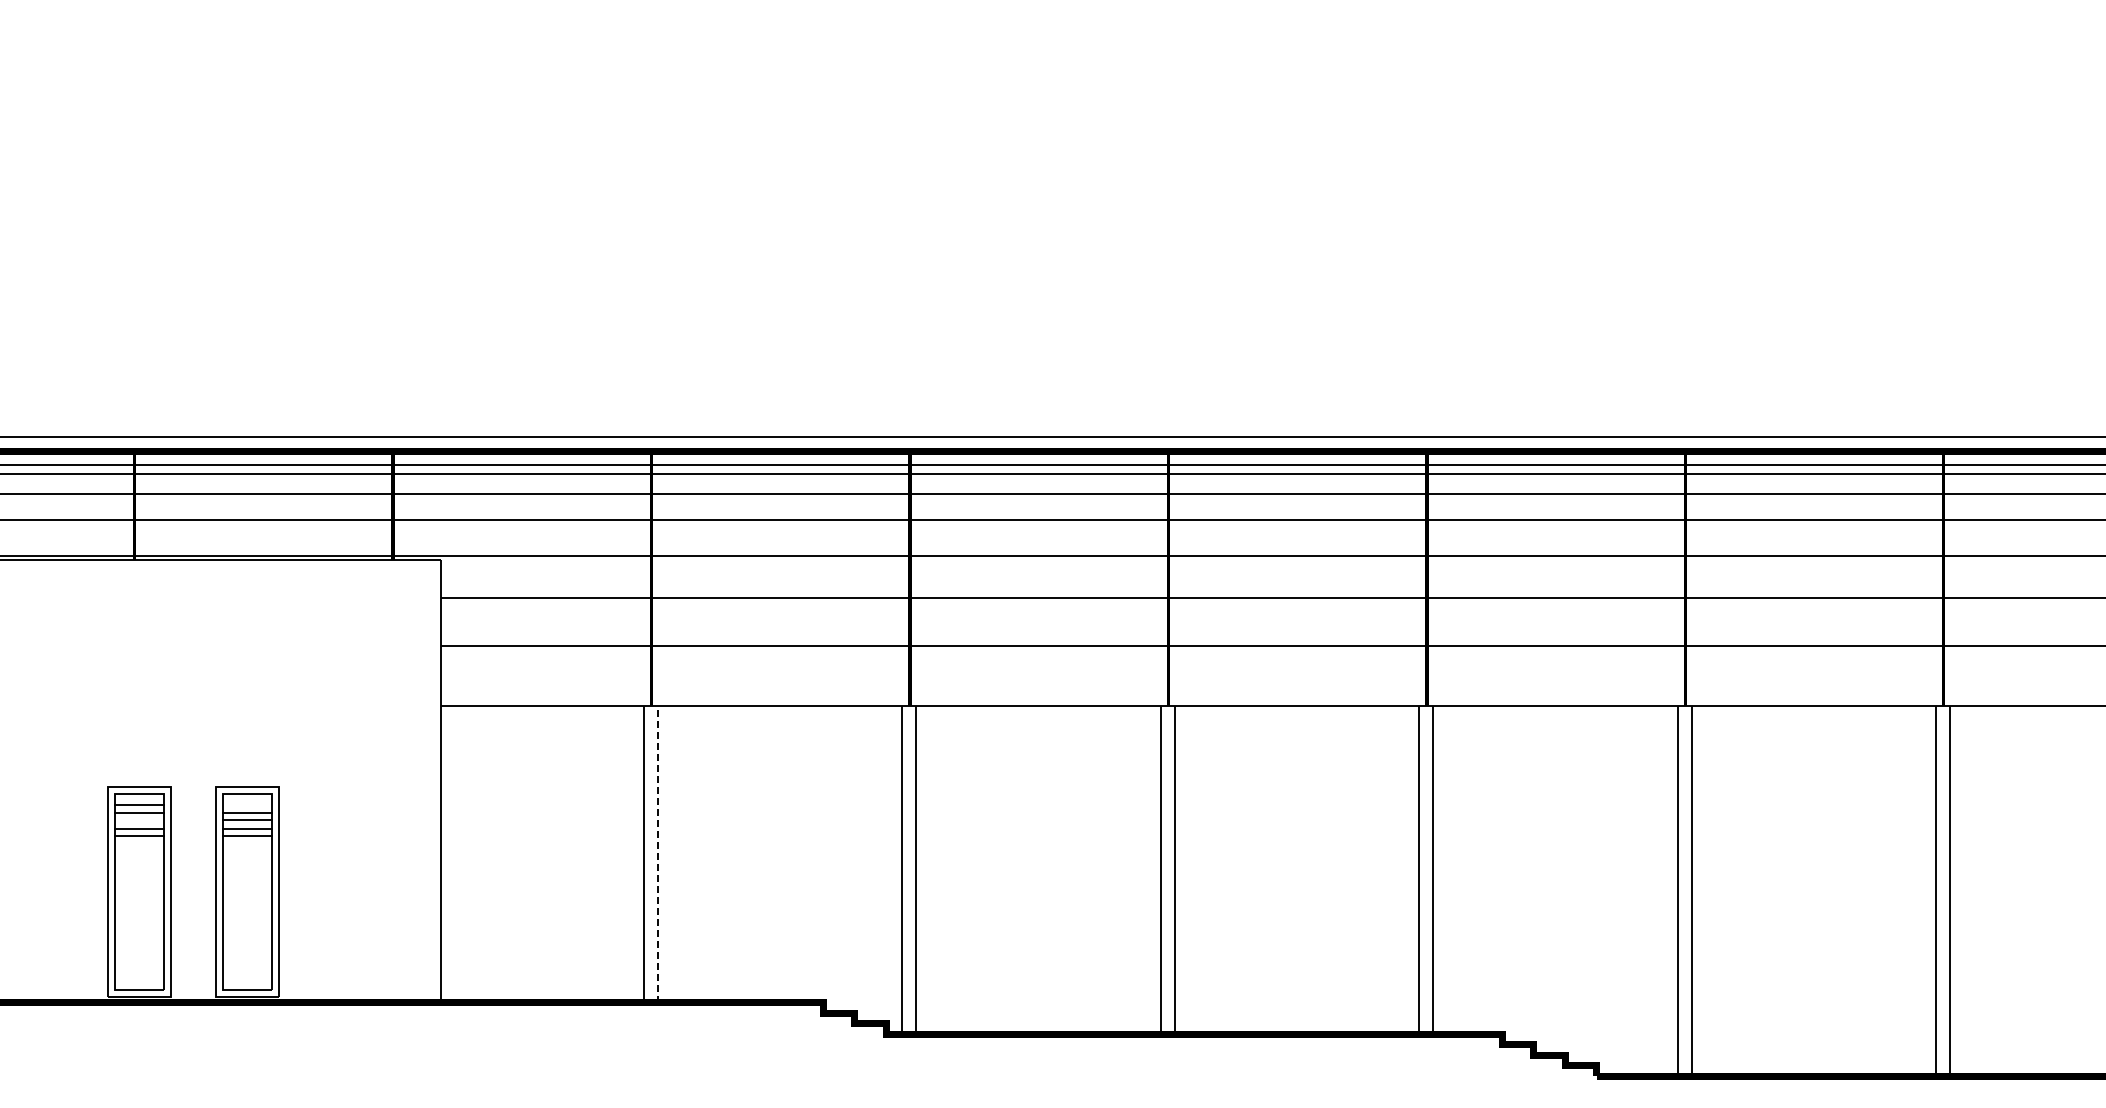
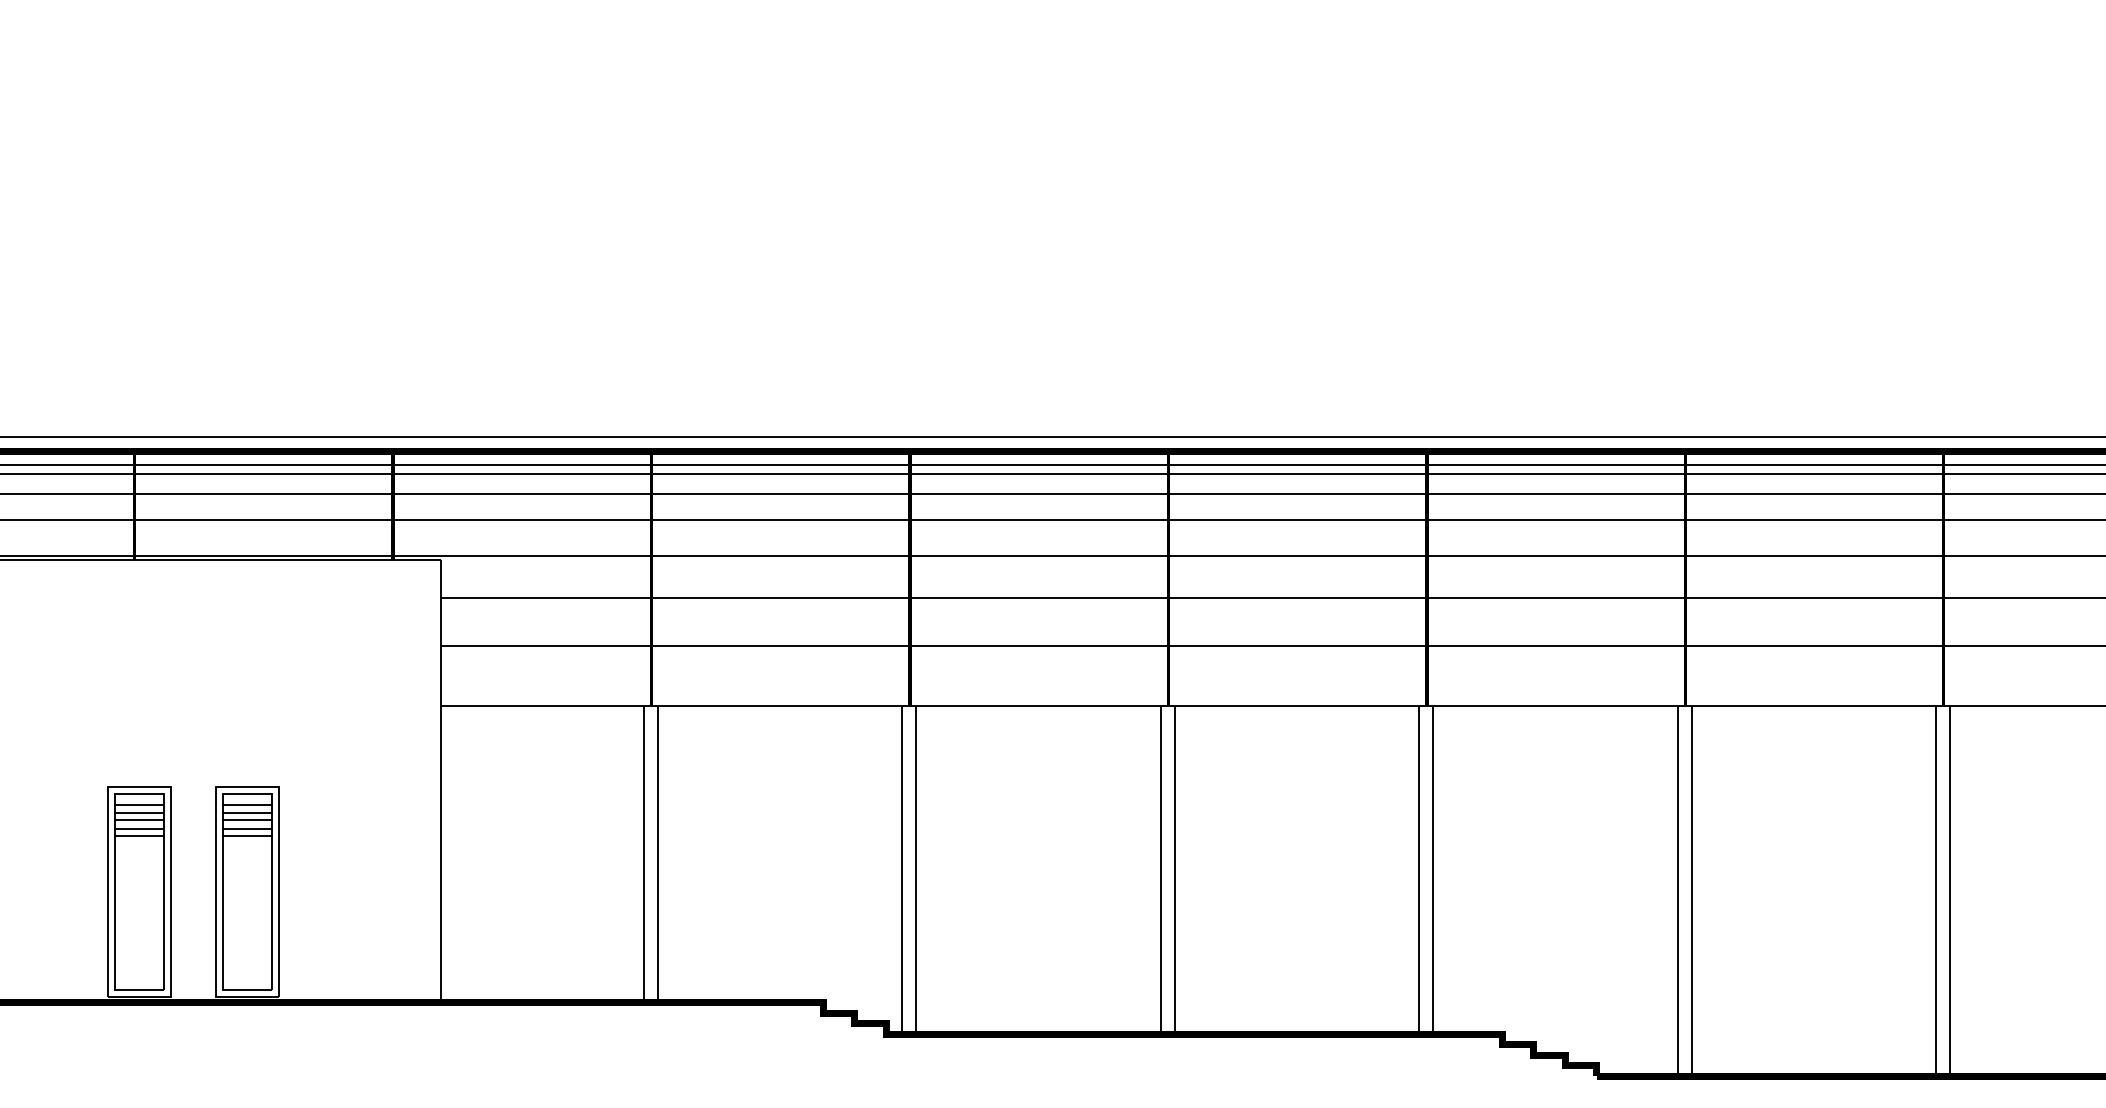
line at (246, 804): none -> present
line at (138, 820): none -> present
line at (657, 853): dashed -> solid
